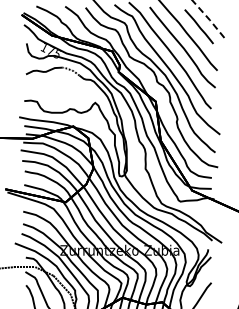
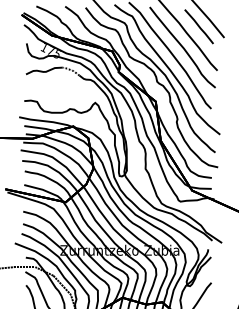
line at (209, 19): dashed -> solid
